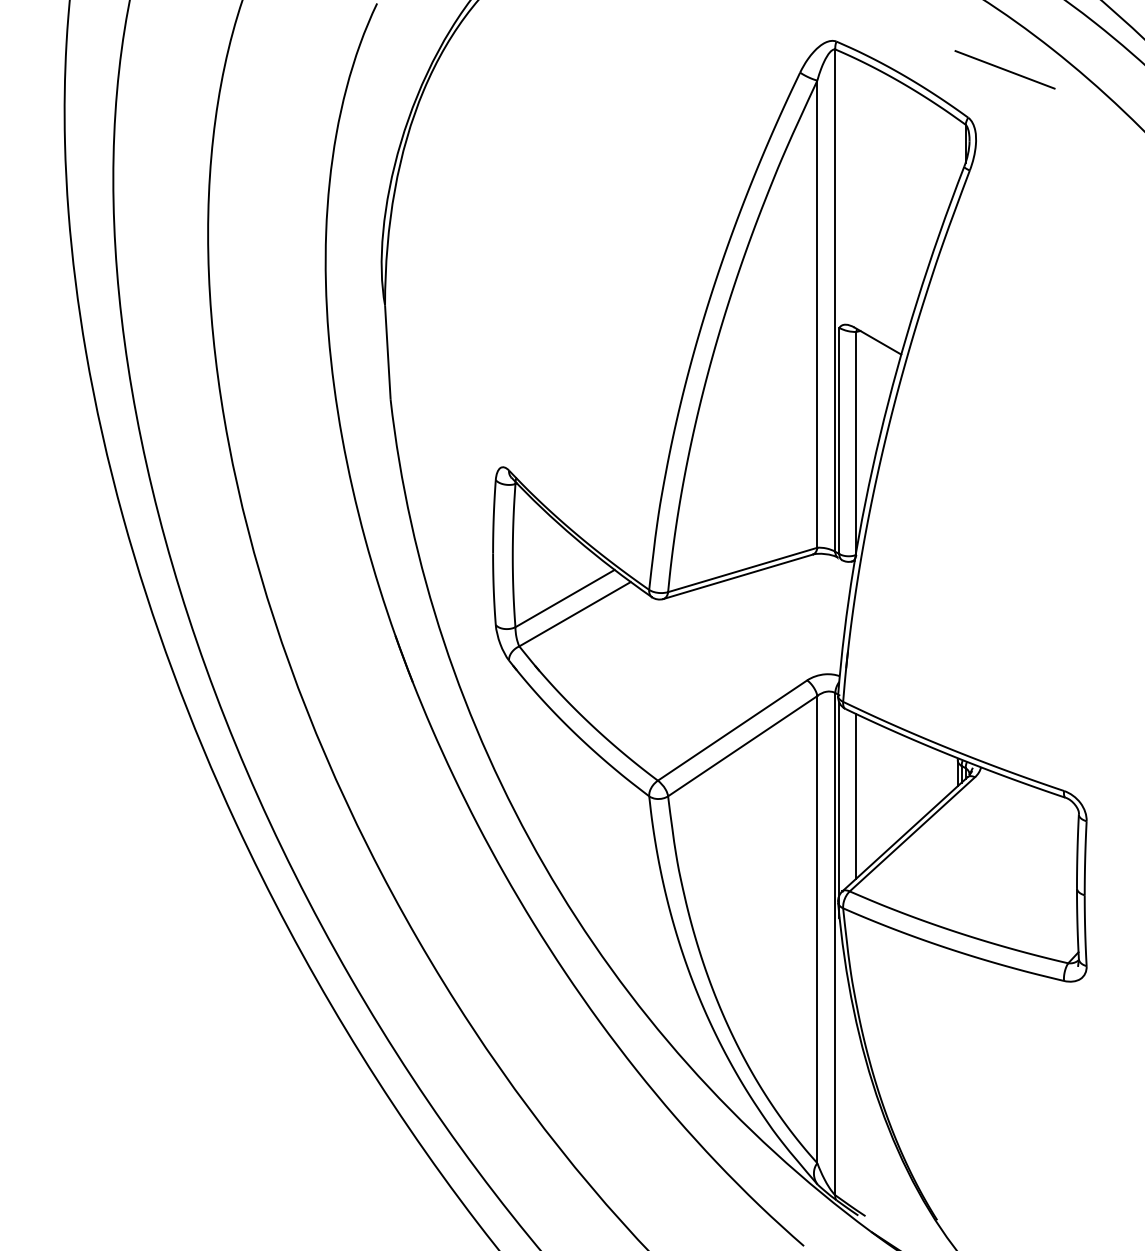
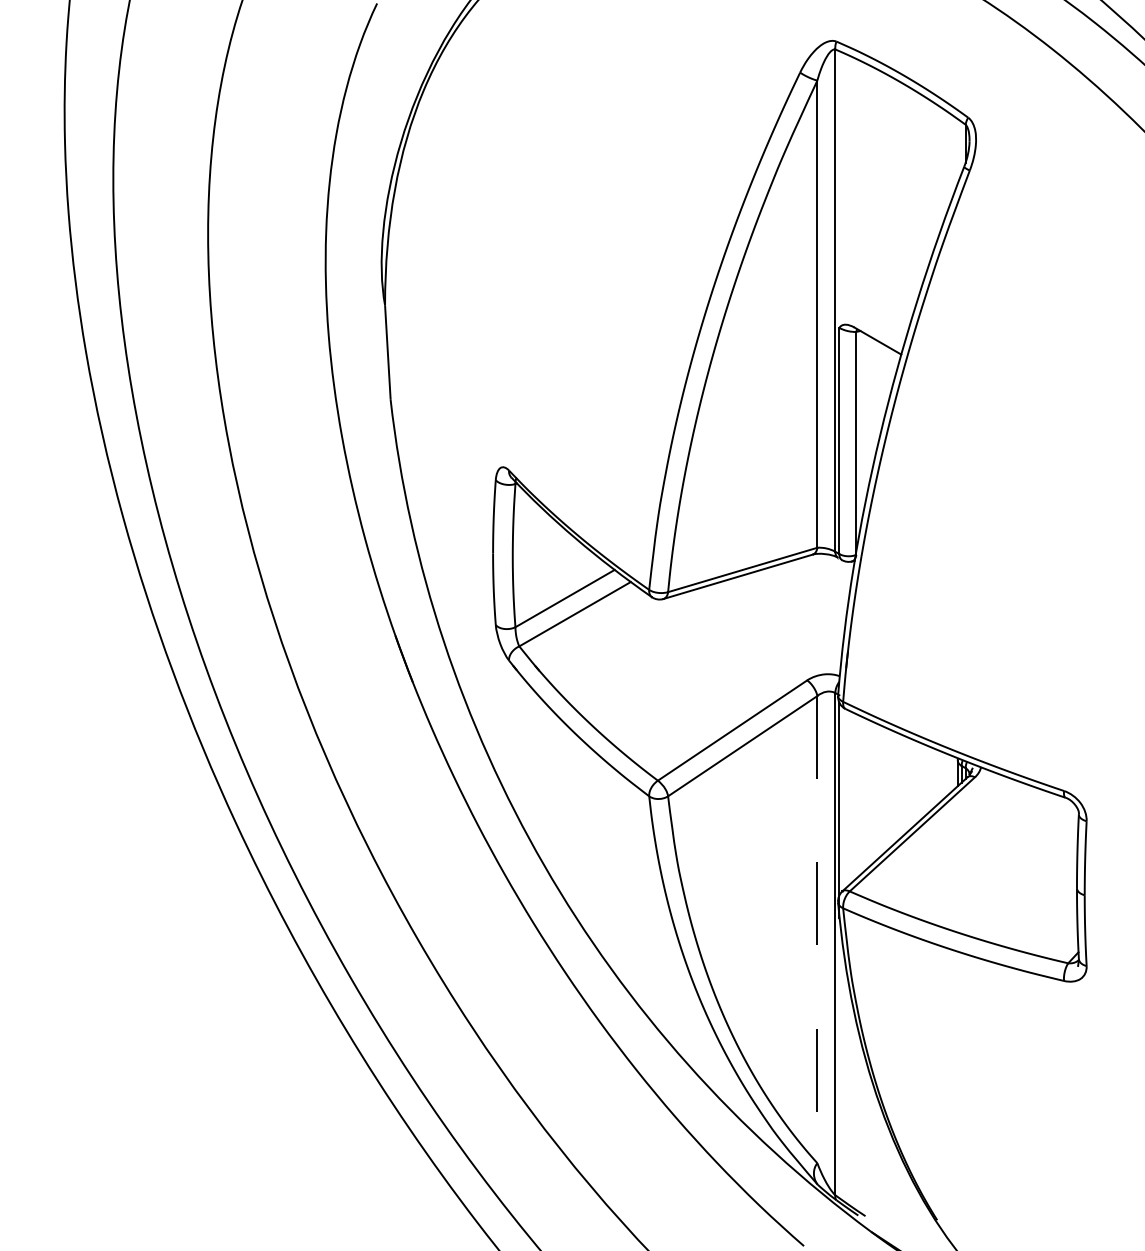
line at (1004, 69): present -> none
line at (856, 796): present -> none
line at (817, 929): solid -> dashed
